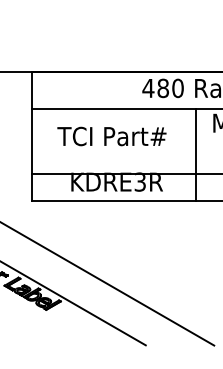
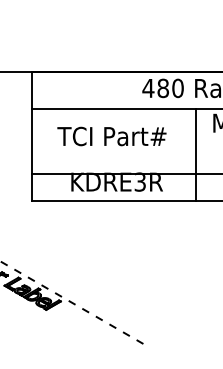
line at (108, 284): present -> none
line at (73, 303): solid -> dashed
